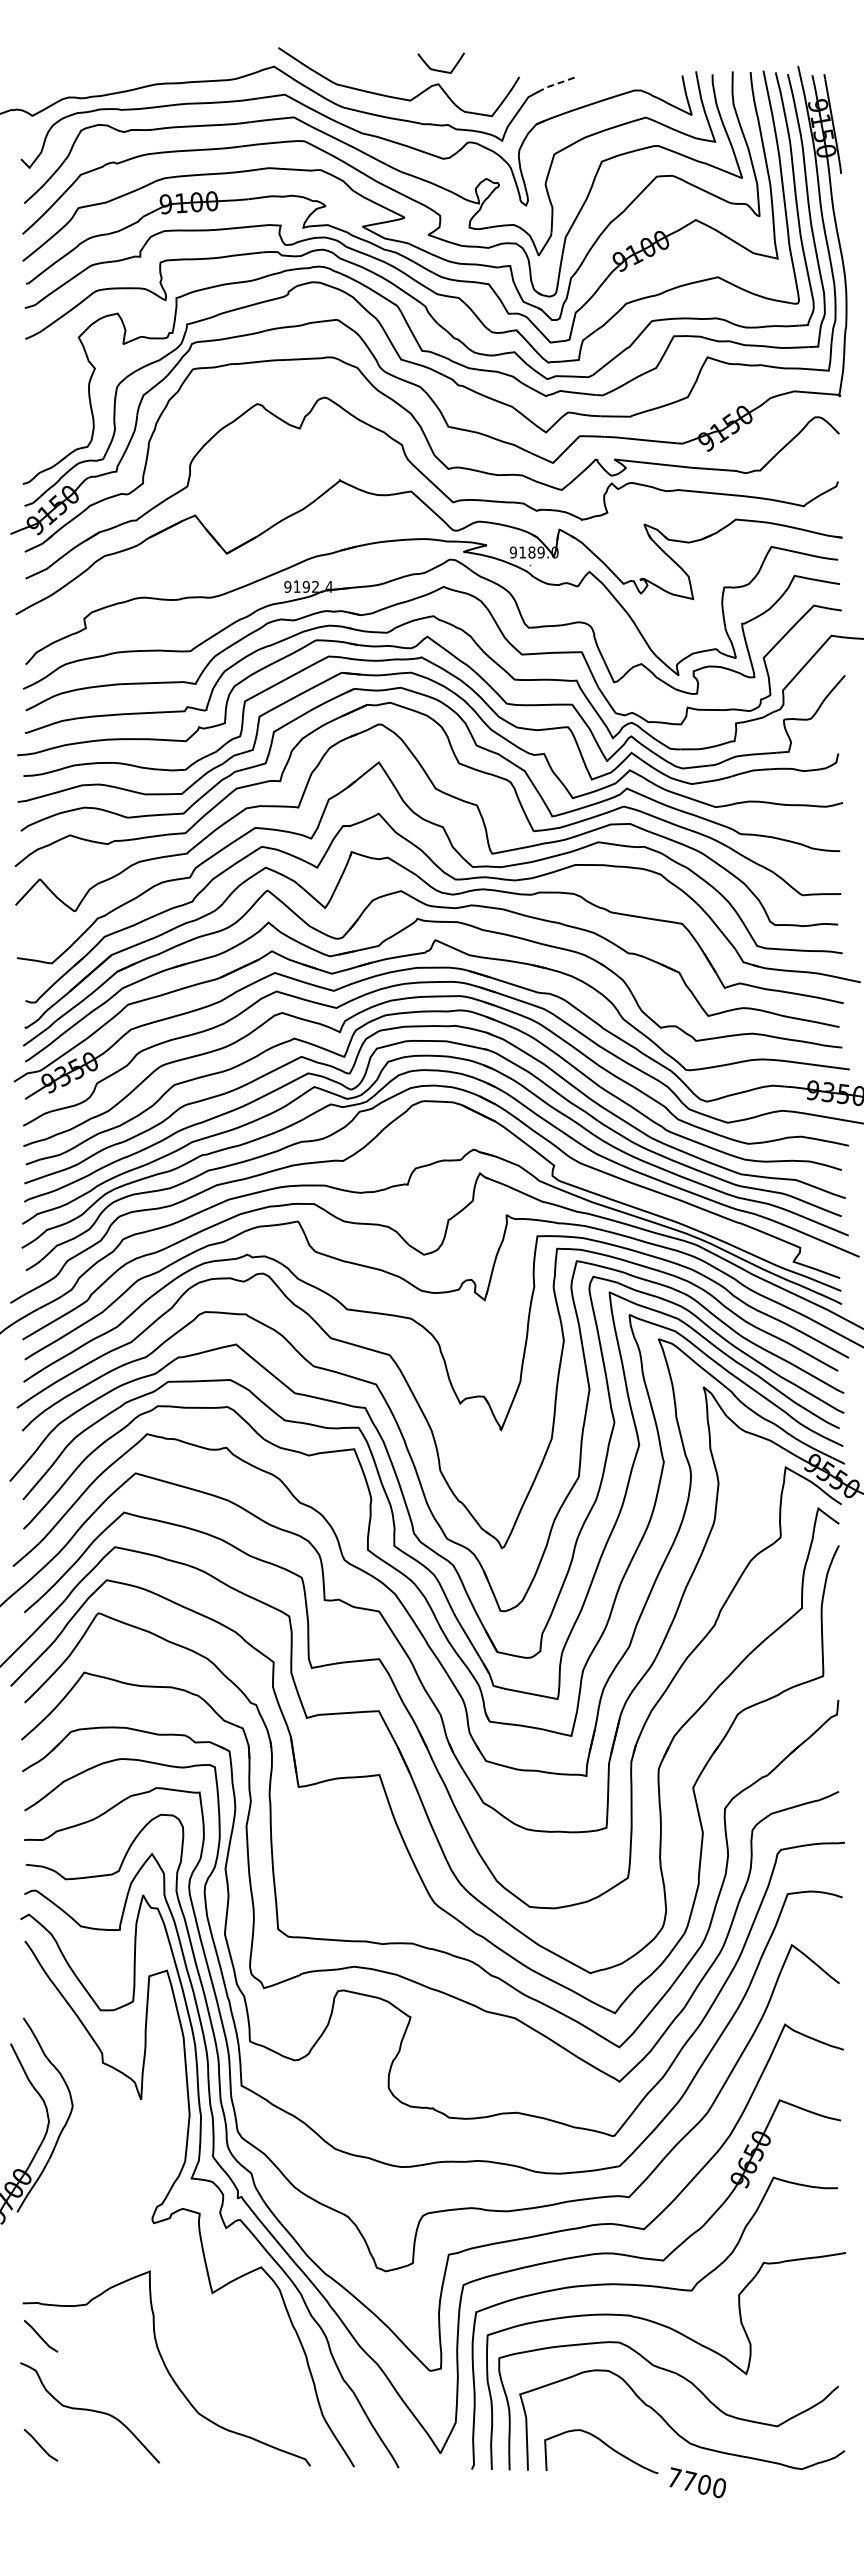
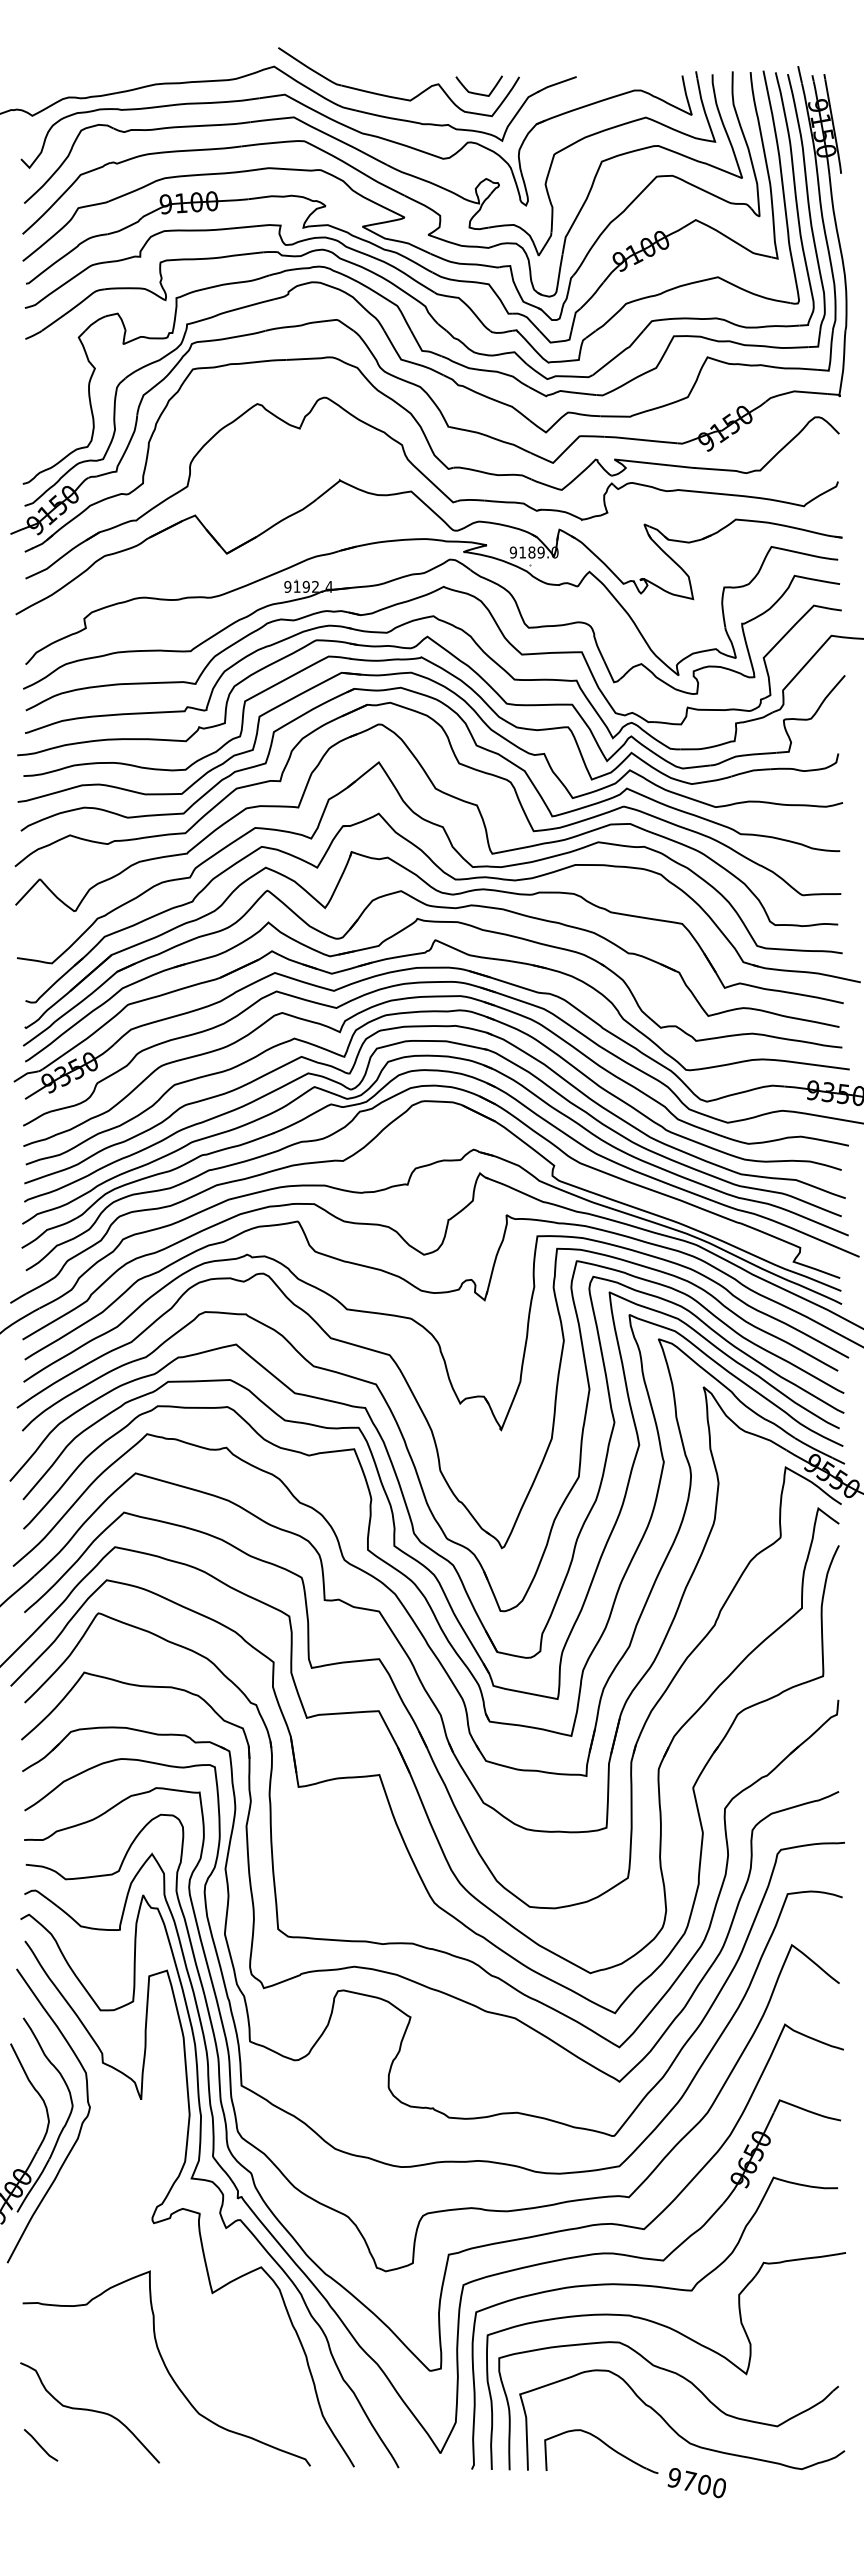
curve at (438, 69) position: (438, 69) -> (476, 92)
line at (555, 84): dashed -> solid
curve at (80, 2125): none -> present
line at (41, 2336): present -> none
text at (674, 2477): 7700 -> 9700
